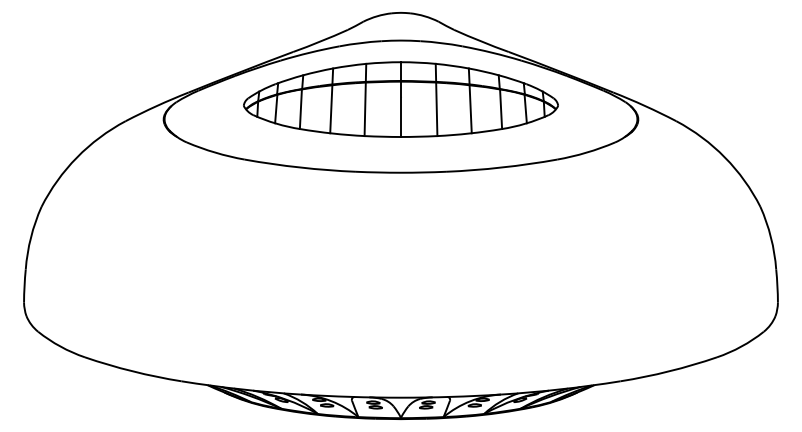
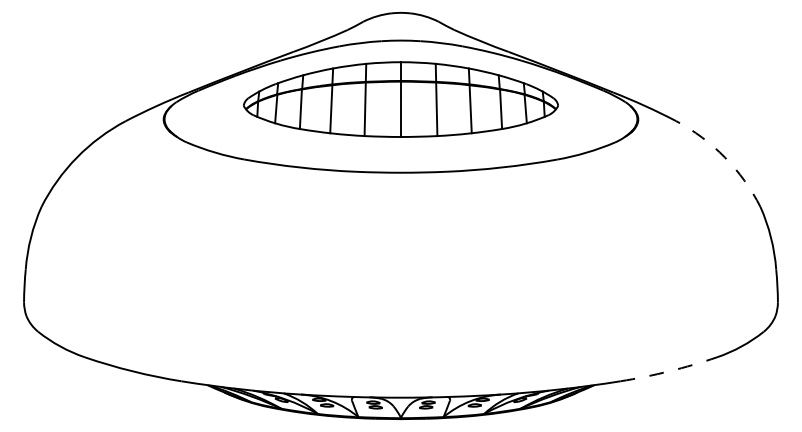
arc at (725, 157): solid -> dashed
arc at (669, 371): solid -> dashed
